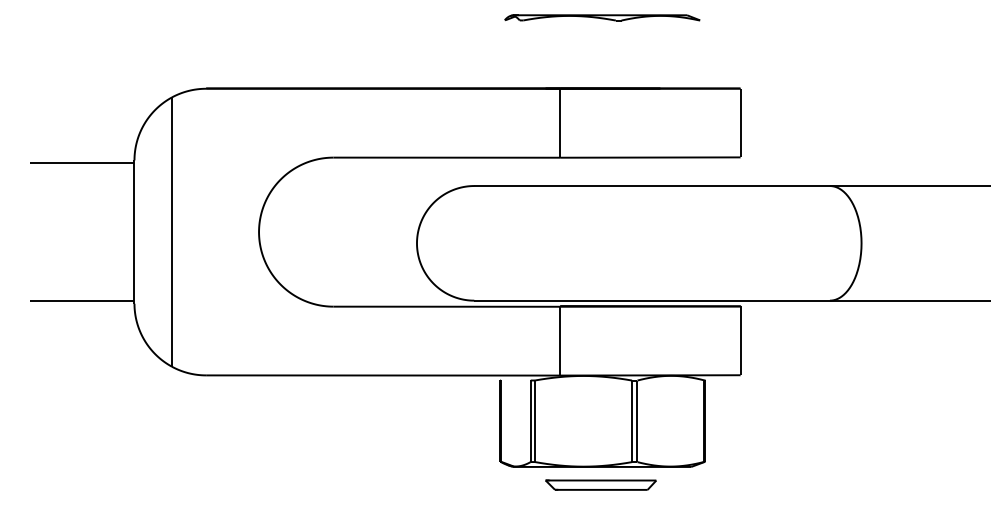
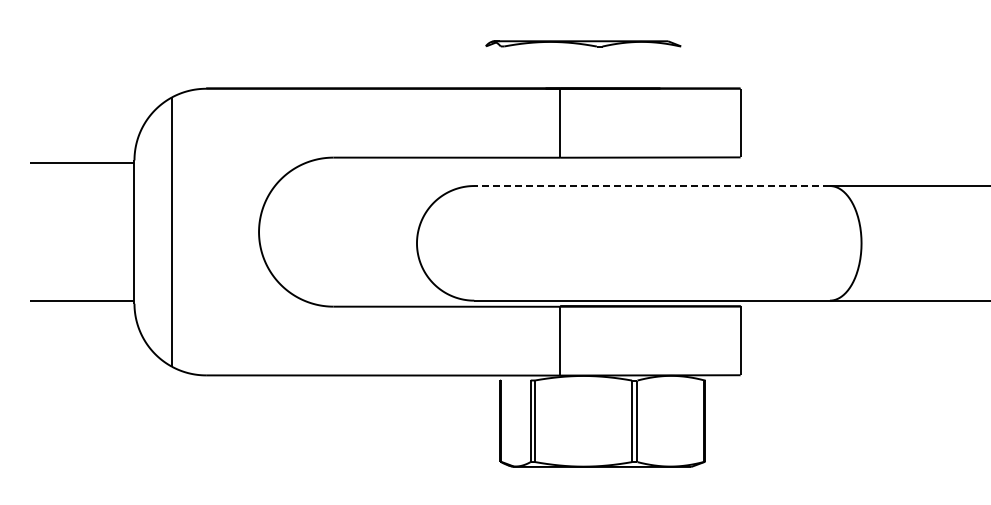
part at (602, 17) position: (602, 17) -> (583, 43)
line at (652, 186): solid -> dashed
part at (600, 484): present -> none
